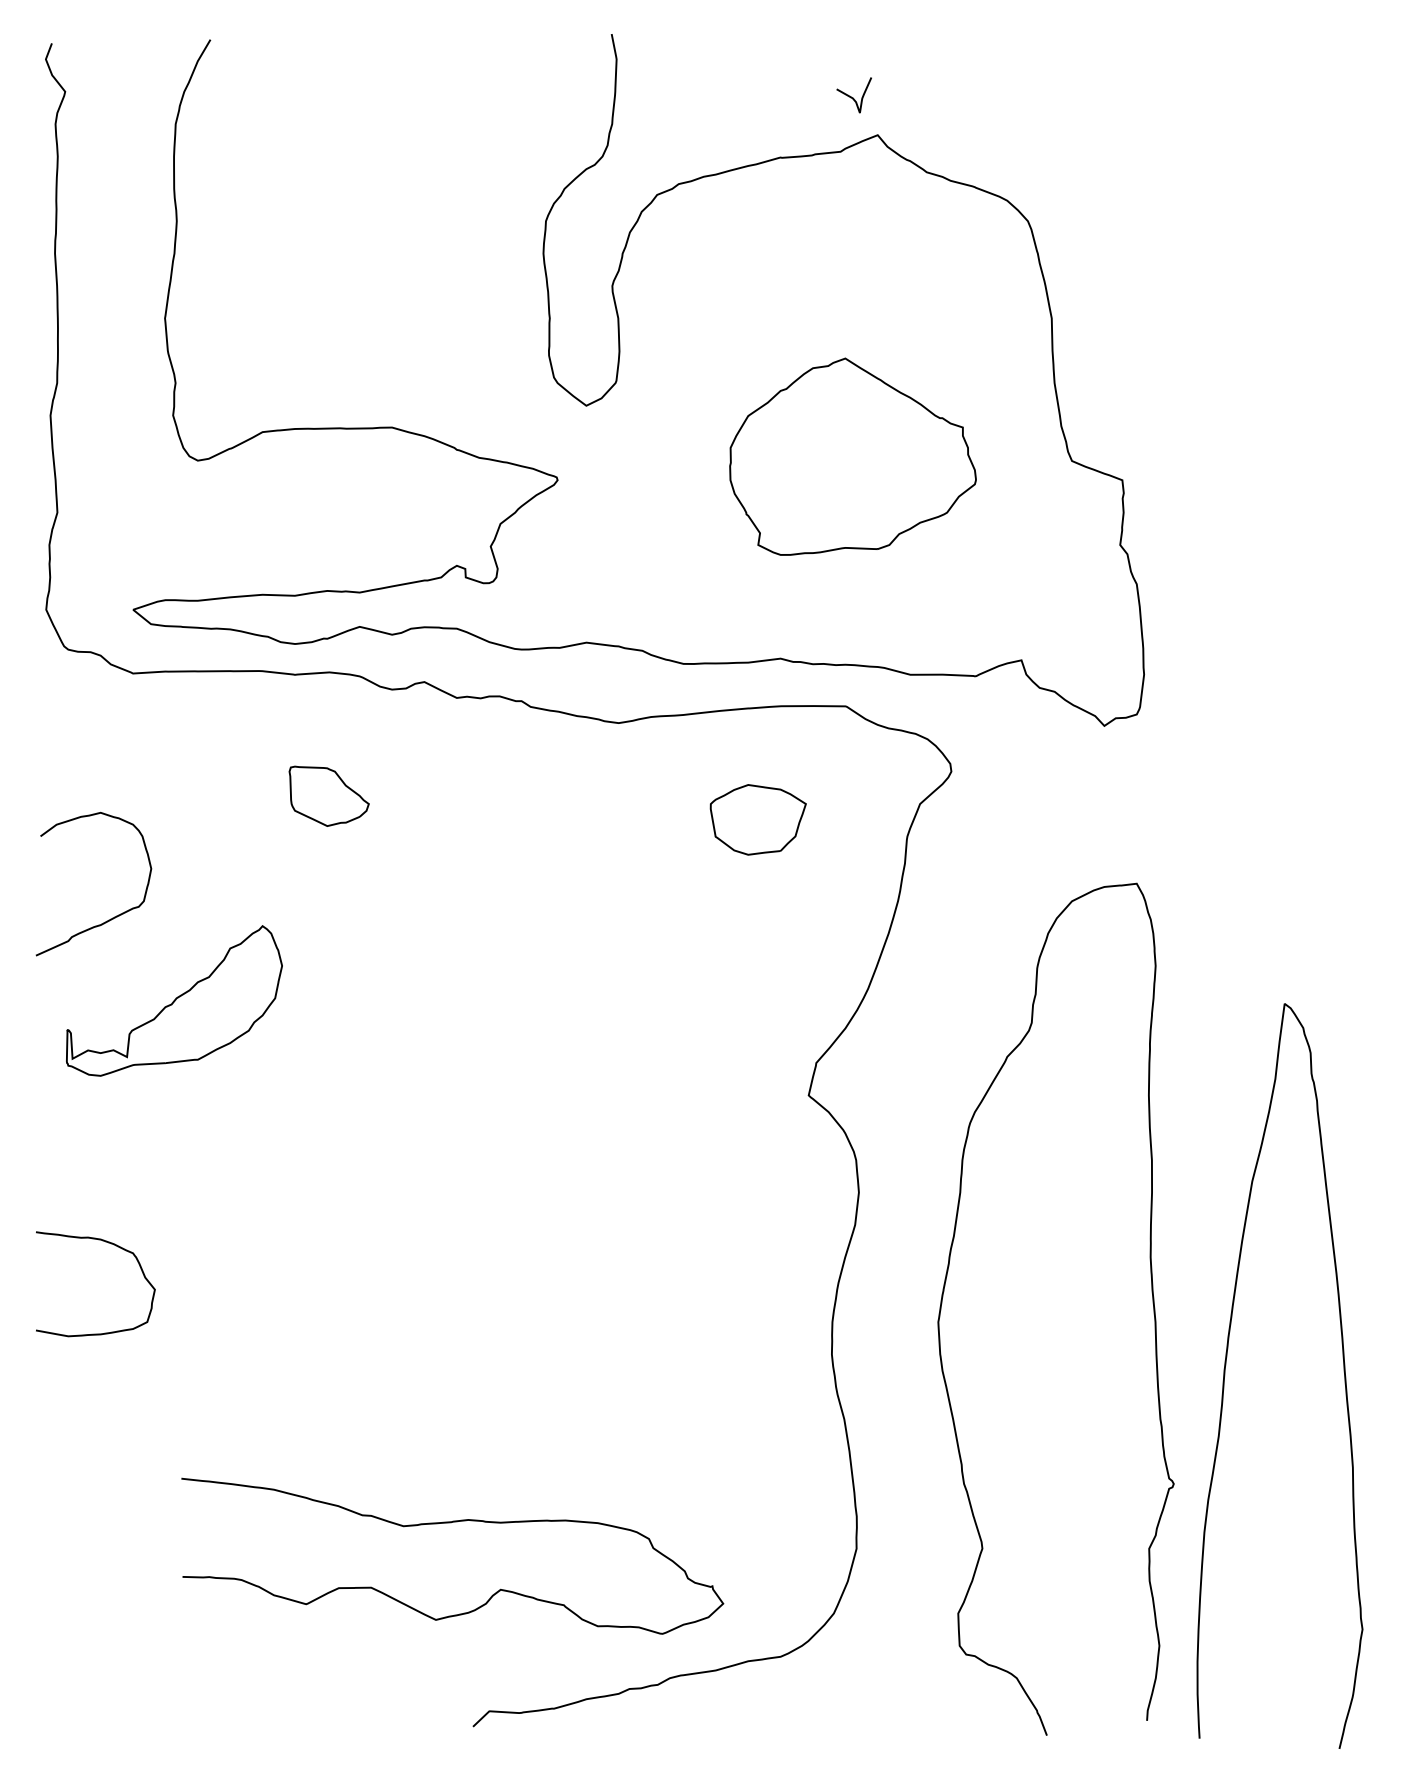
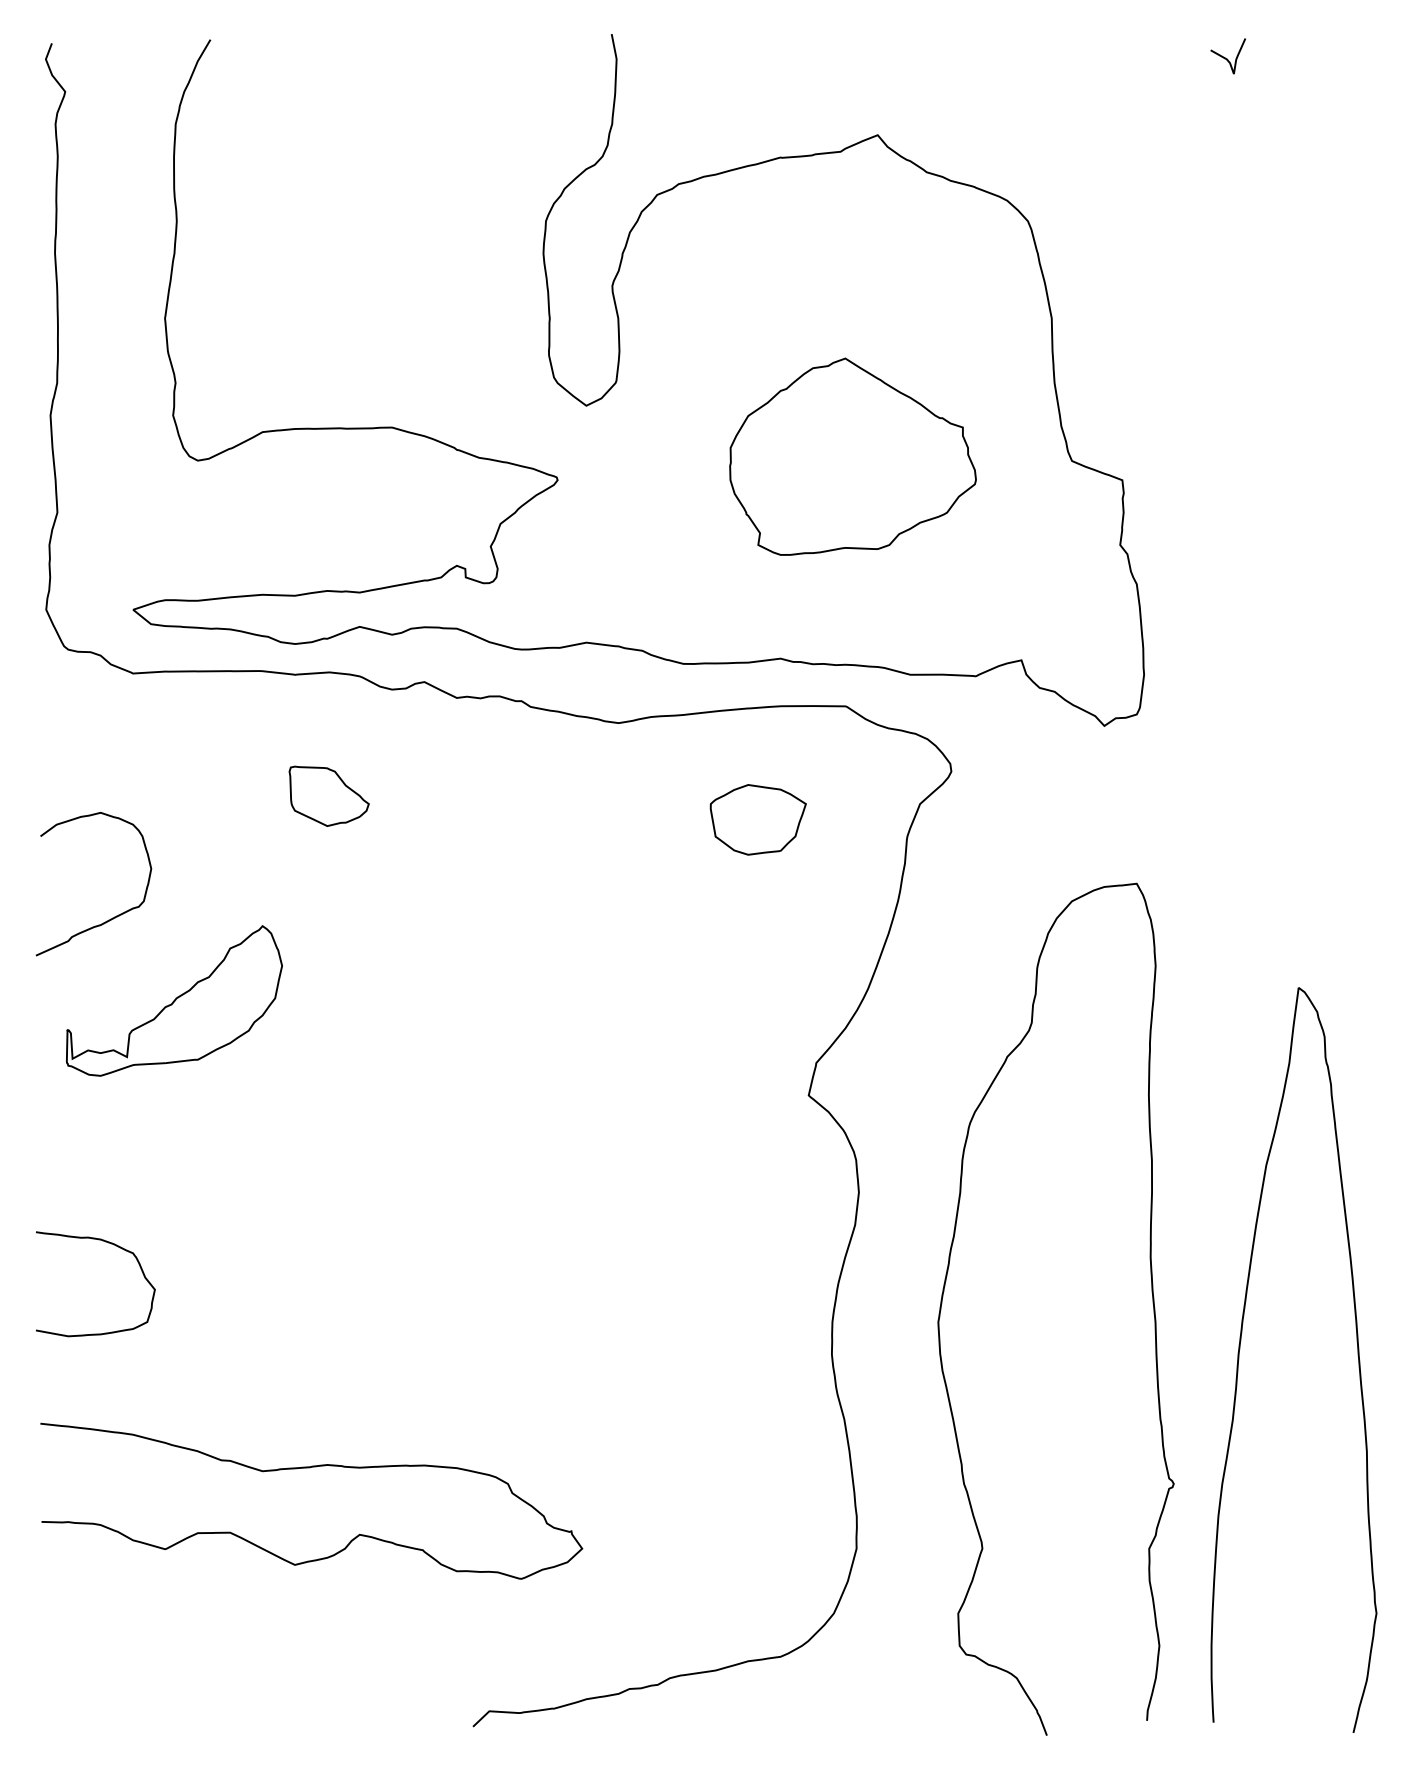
curve at (853, 97) position: (853, 97) -> (1227, 58)
curve at (1226, 1365) position: (1226, 1365) -> (1240, 1349)
curve at (451, 1523) position: (451, 1523) -> (310, 1468)
